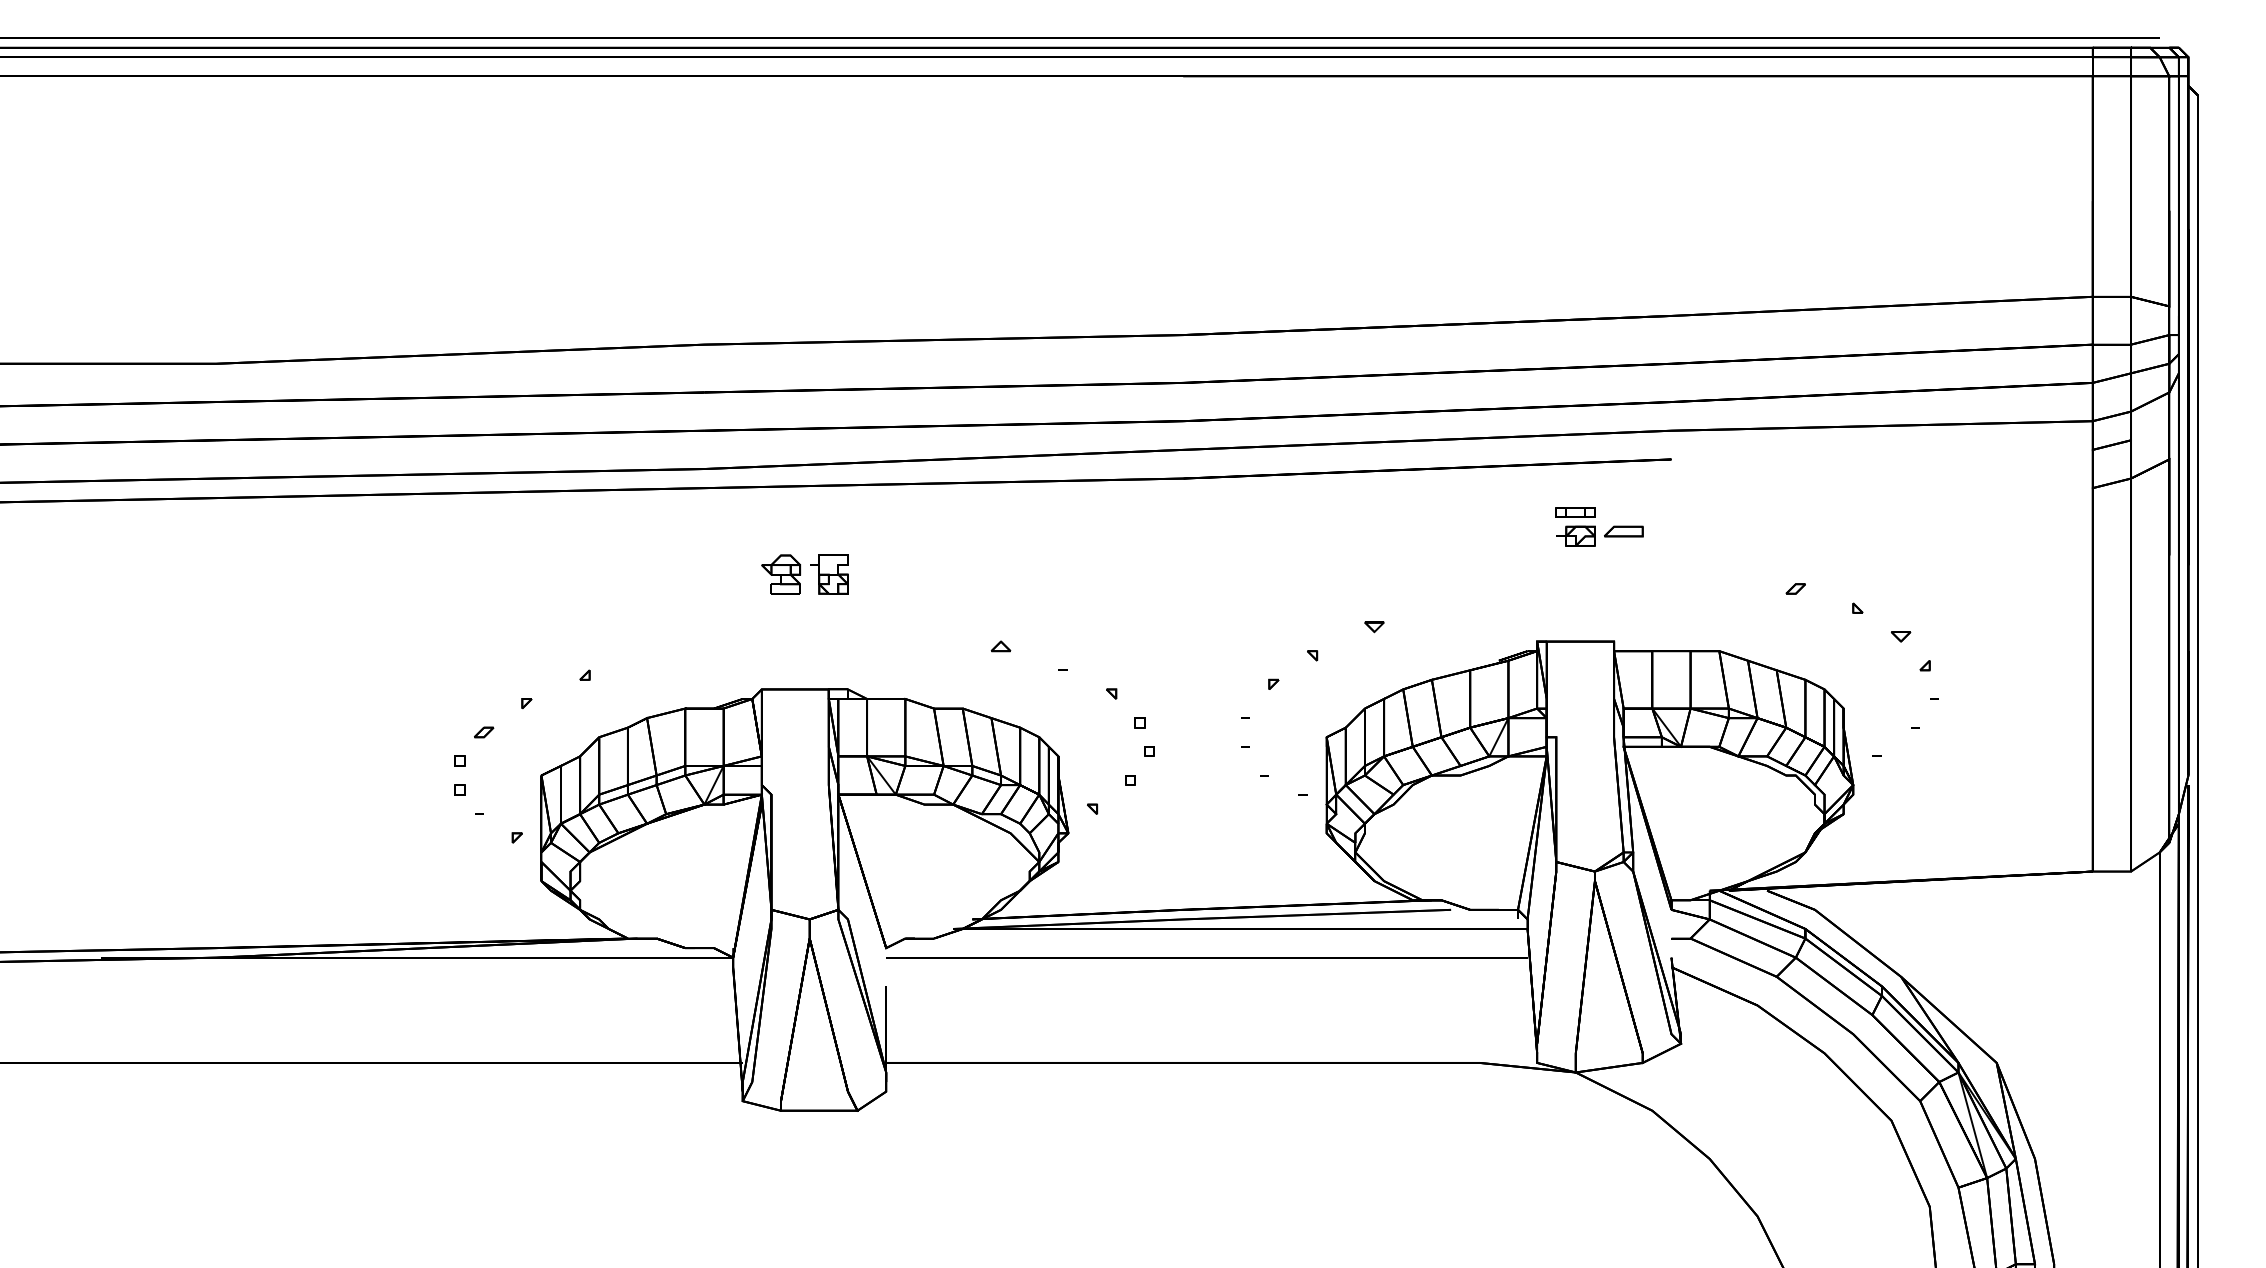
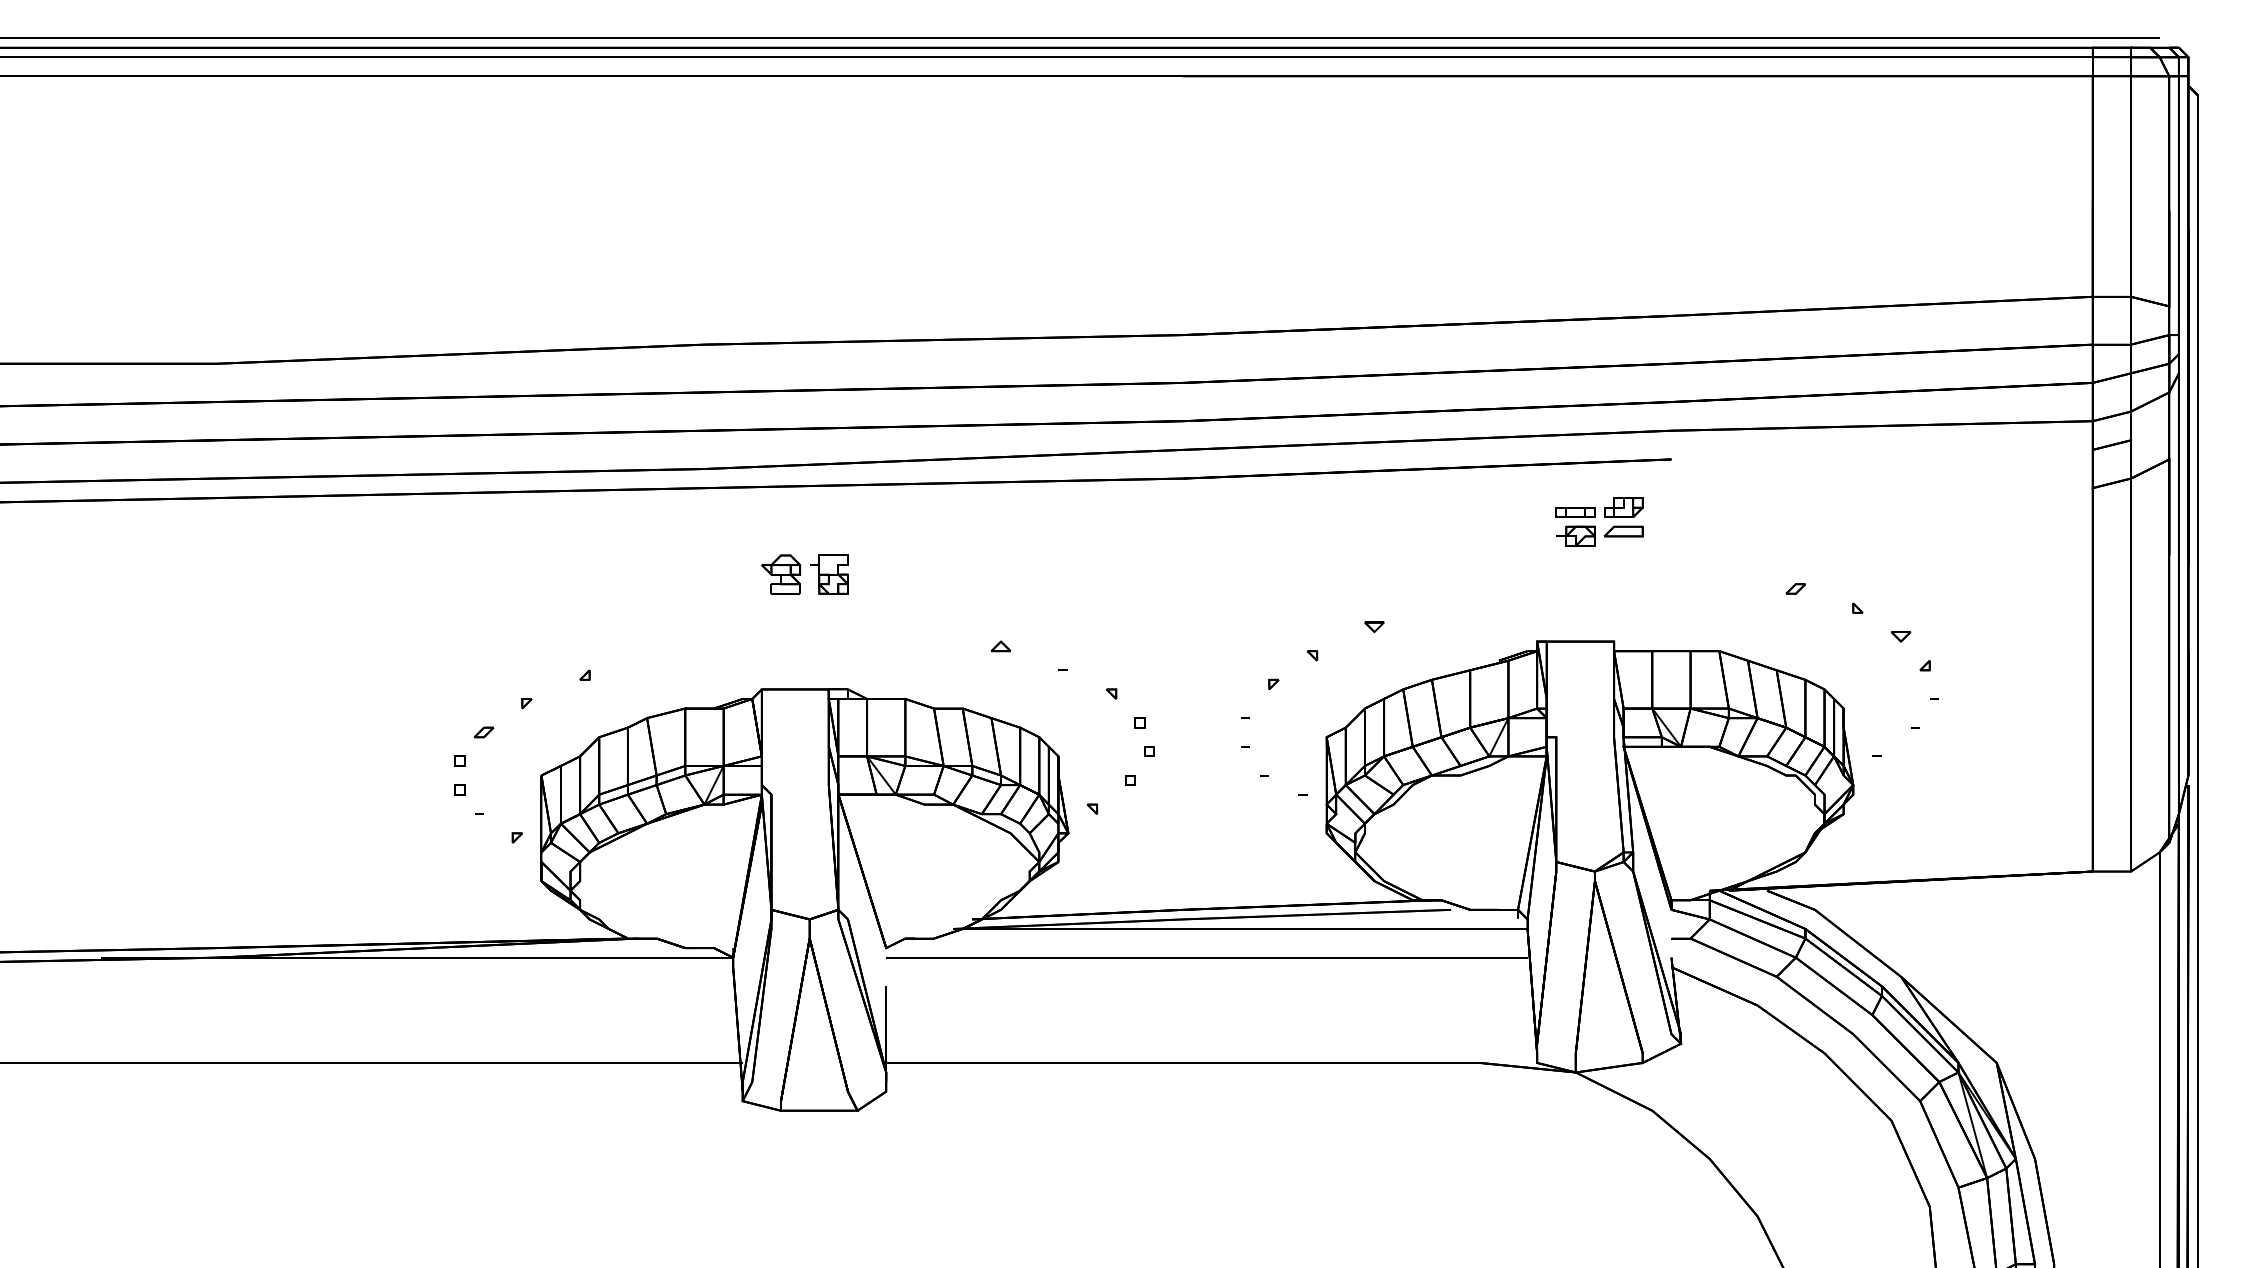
part at (1623, 507): none -> present
